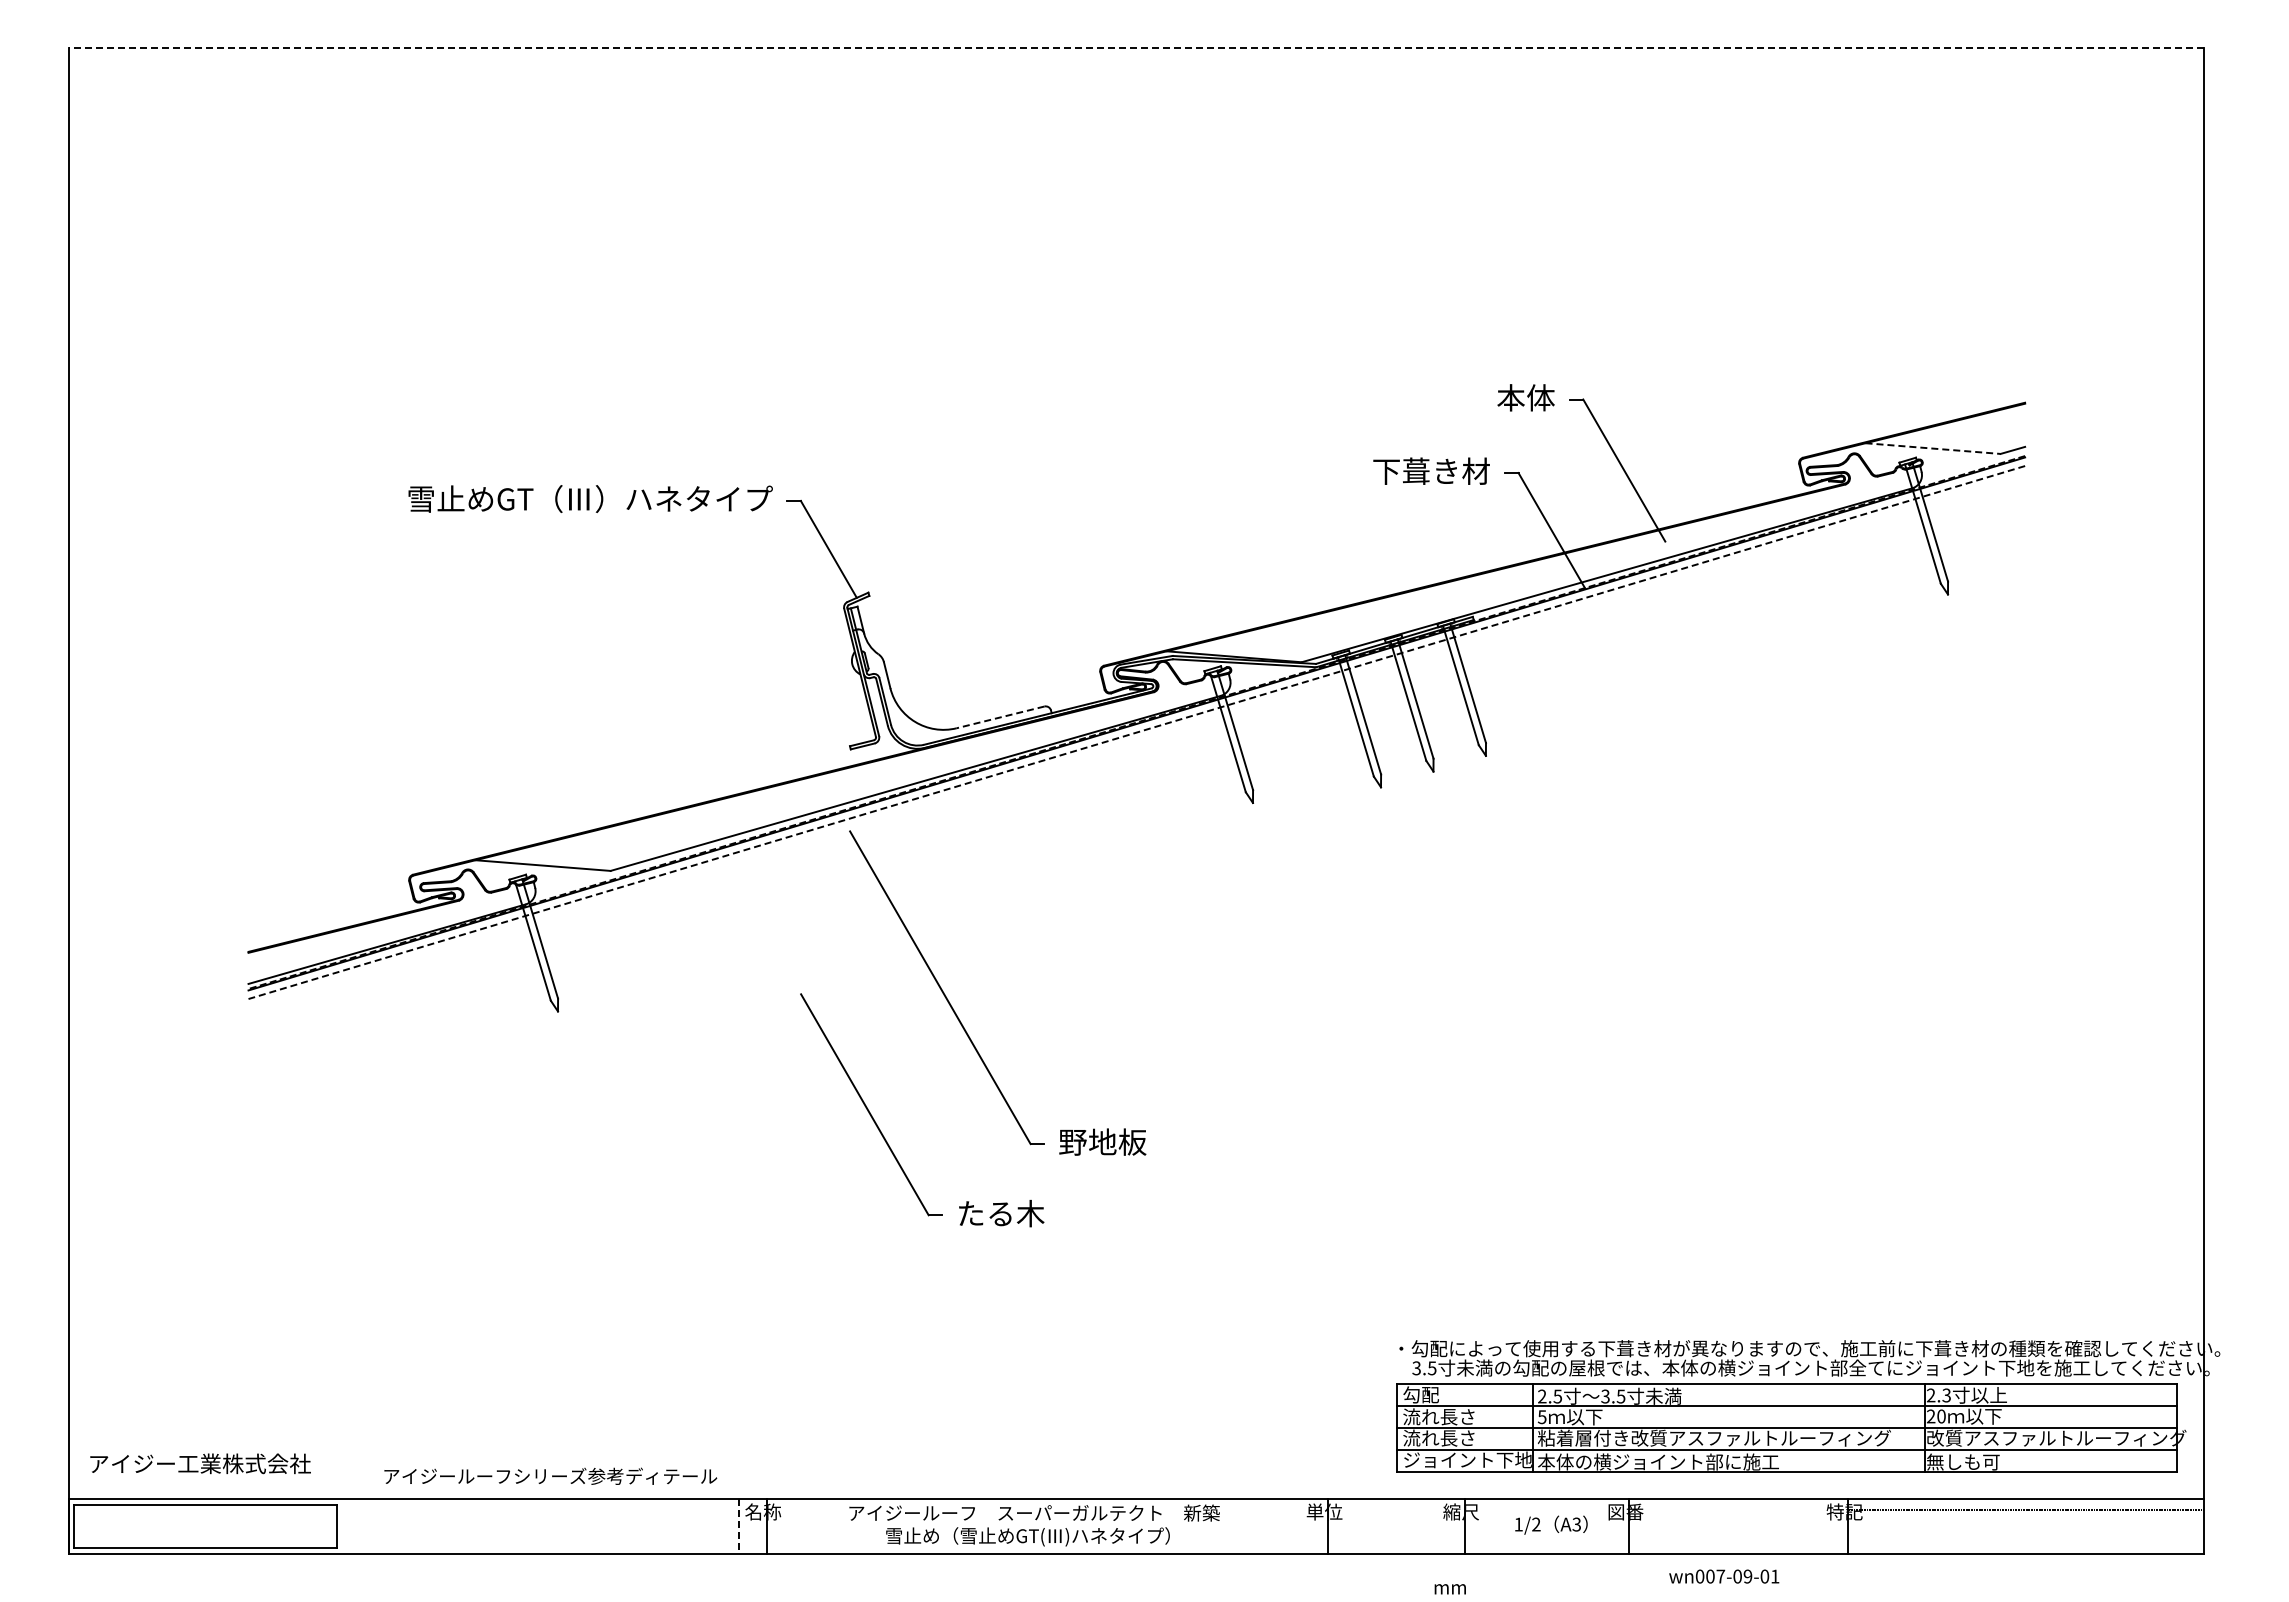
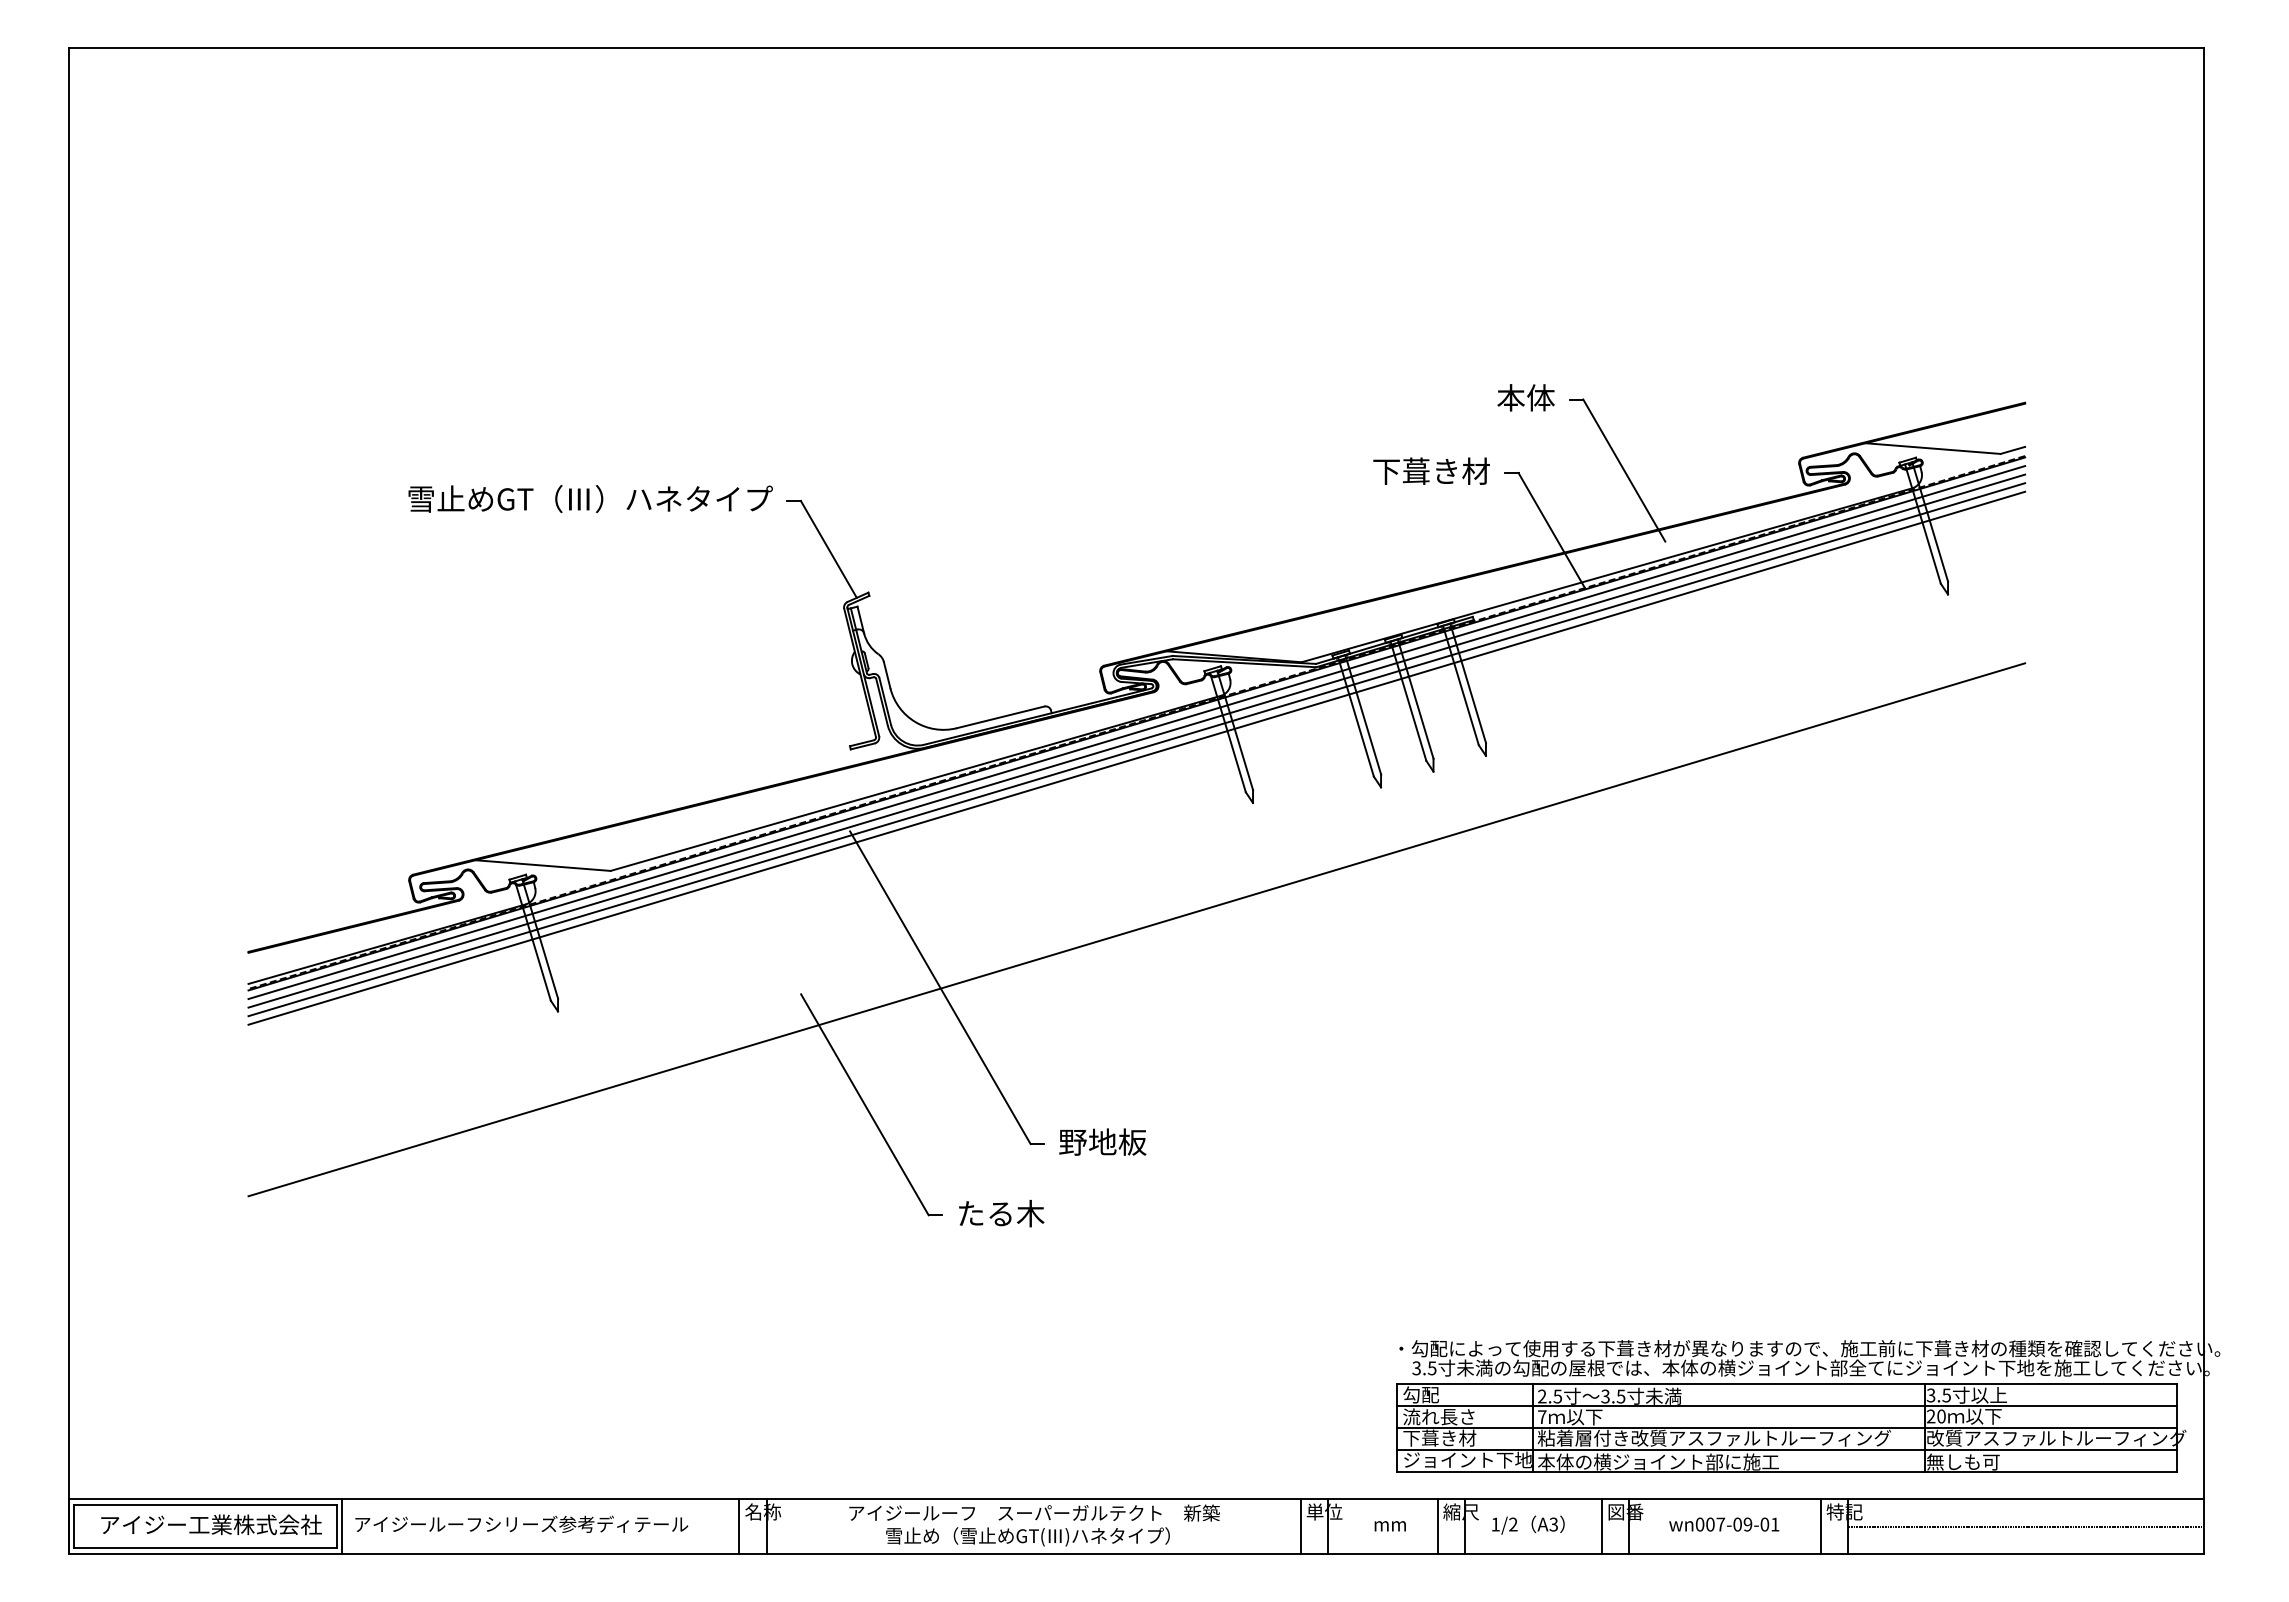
line at (1136, 48): dashed -> solid
line at (1933, 448): dashed -> solid
line at (1000, 717): dashed -> solid
line at (1136, 732): dashed -> solid
line at (1136, 740): none -> present
line at (1136, 749): none -> present
line at (1136, 757): none -> present
line at (1136, 929): none -> present
text at (1938, 1395): 2.3 -> 3.5
text at (1541, 1417): 5 -> 7
text at (1439, 1437): 流れ長さ -> 下葺き材
text at (200, 1463) position: (200, 1463) -> (211, 1524)
text at (550, 1475) position: (550, 1475) -> (521, 1523)
line at (2026, 1509) position: (2026, 1509) -> (2026, 1526)
text at (1551, 1524) position: (1551, 1524) -> (1528, 1524)
line at (342, 1526): none -> present
line at (1300, 1526): none -> present
line at (1437, 1526): none -> present
line at (1601, 1526): none -> present
line at (1821, 1526): none -> present
line at (739, 1527): dashed -> solid
text at (1724, 1576) position: (1724, 1576) -> (1724, 1524)
text at (1449, 1589) position: (1449, 1589) -> (1389, 1526)
